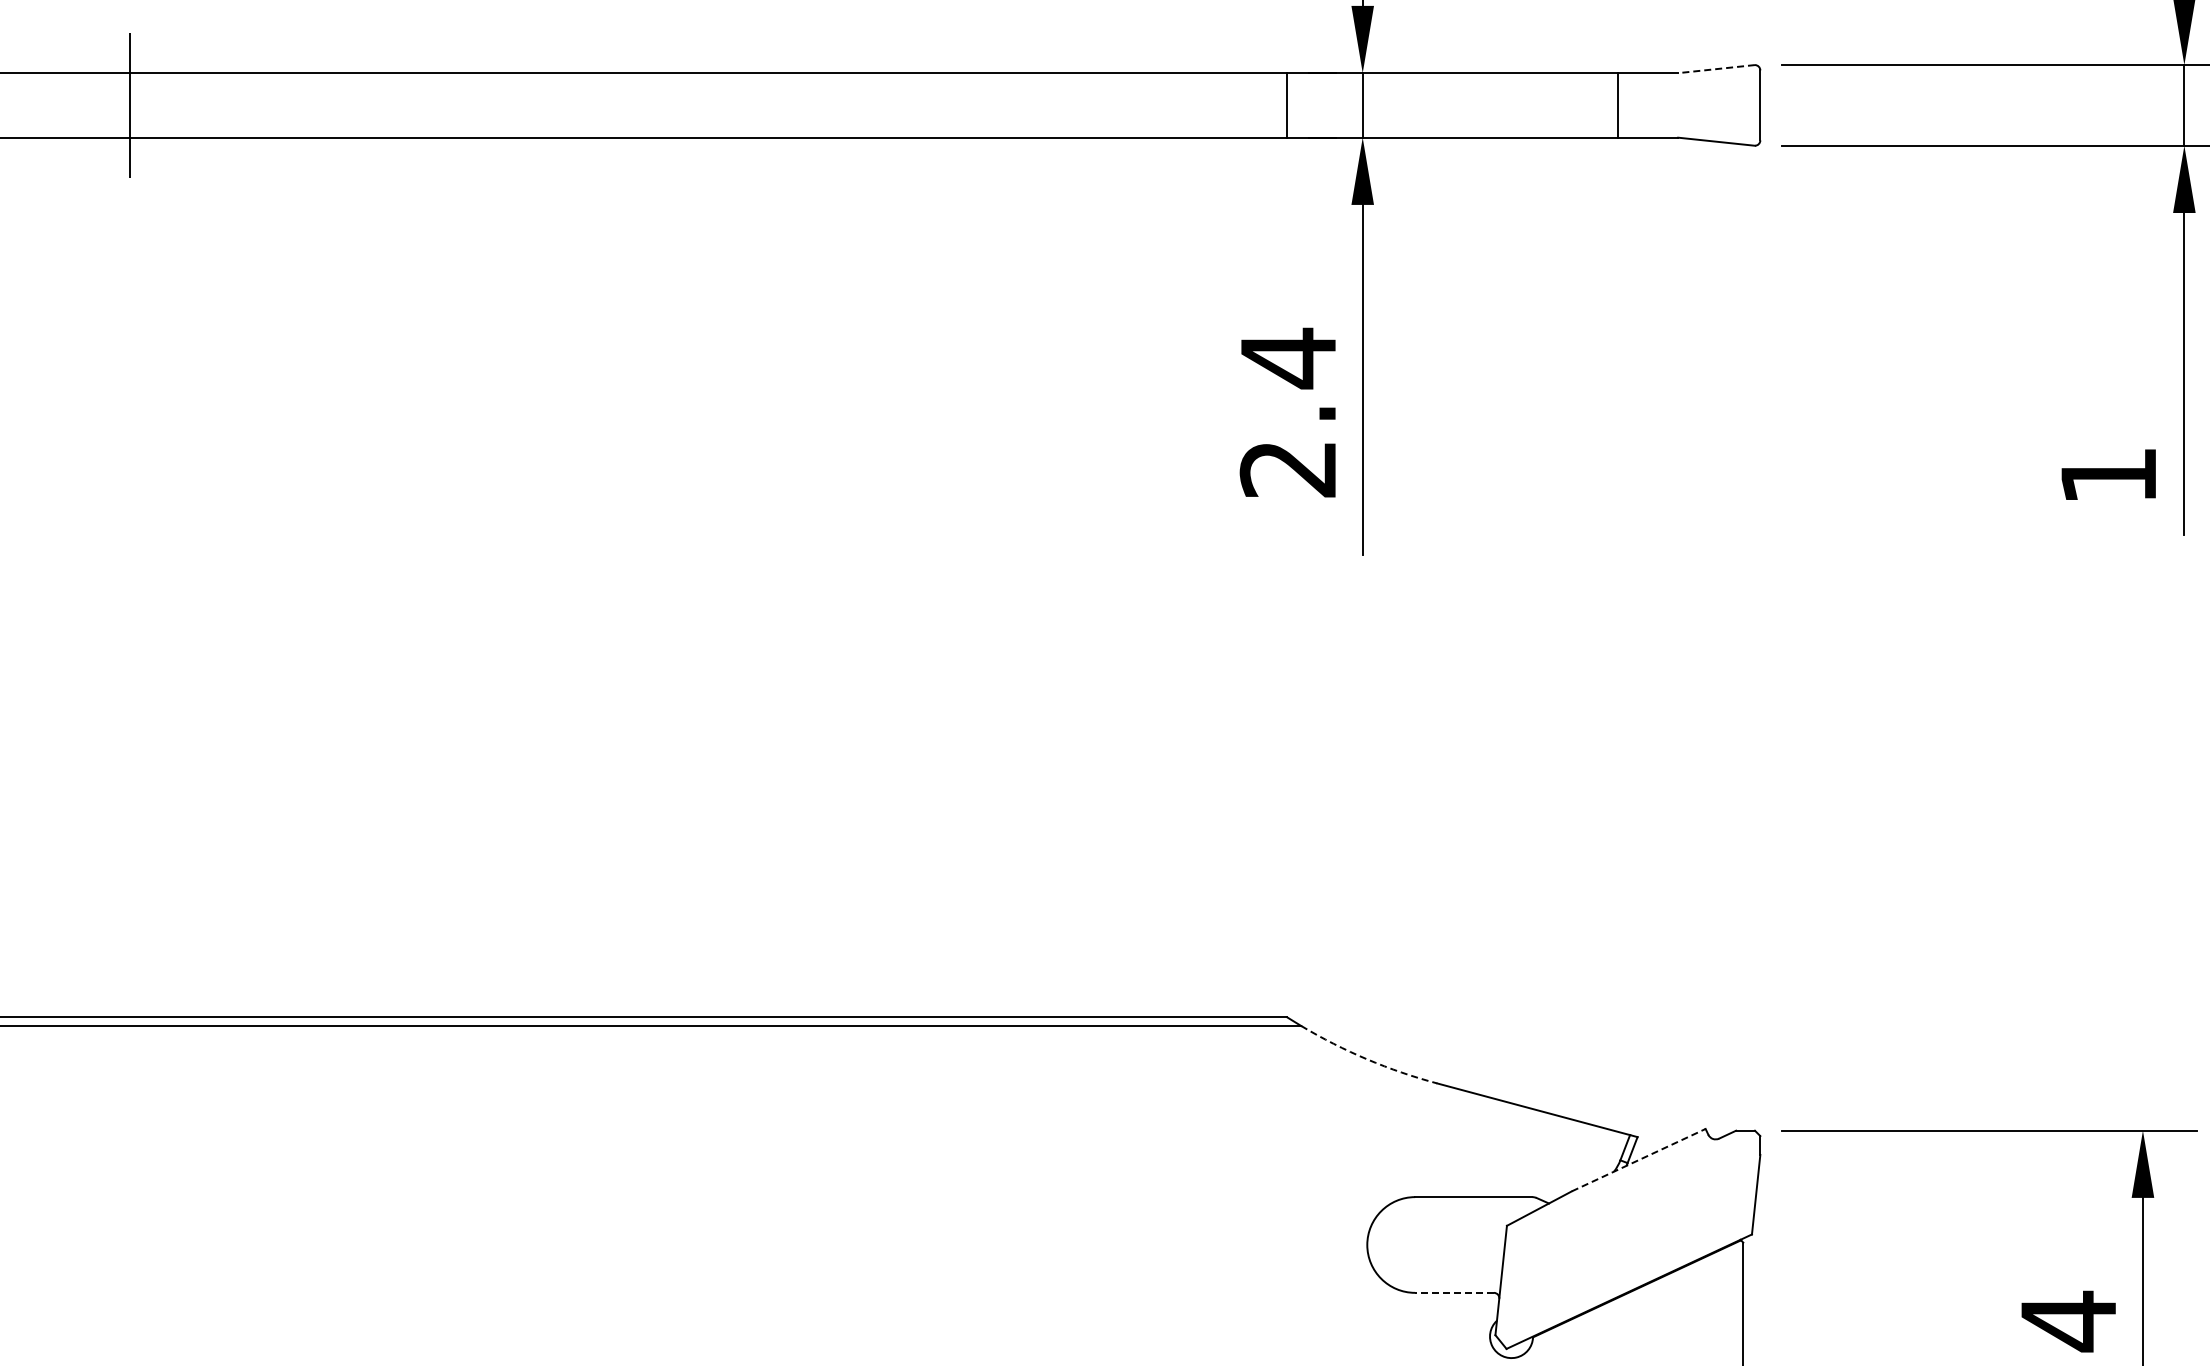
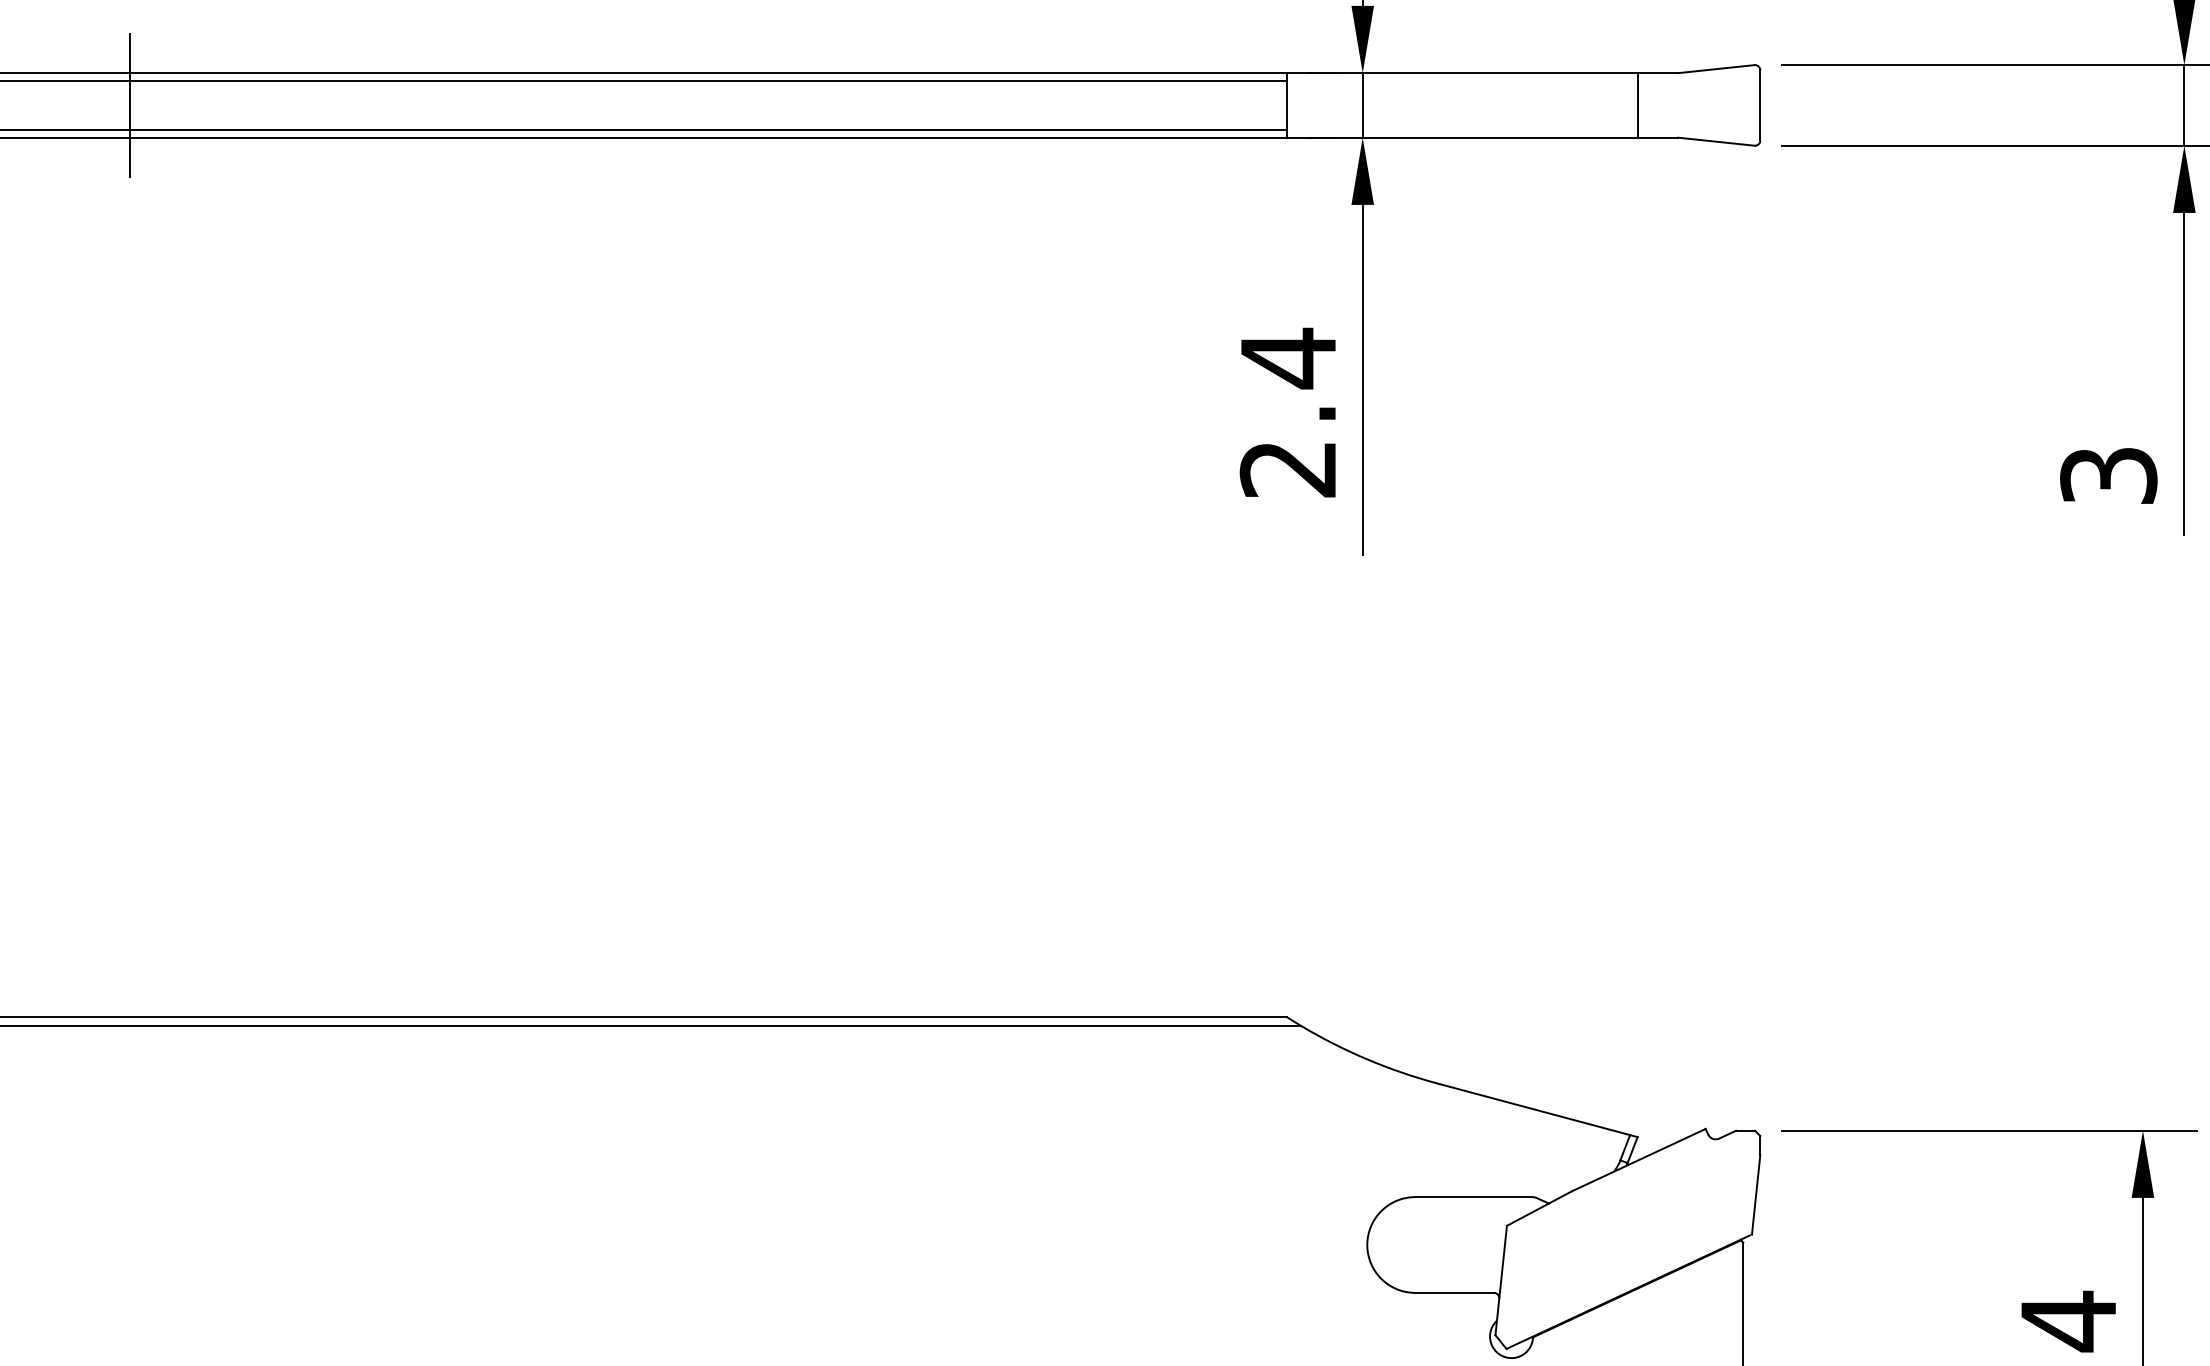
line at (1716, 69): dashed -> solid
line at (644, 81): none -> present
line at (1617, 105) position: (1617, 105) -> (1637, 105)
line at (644, 129): none -> present
text at (2108, 475): 1 -> 3
arc at (1367, 1059): dashed -> solid
line at (1638, 1160): dashed -> solid
line at (1454, 1292): dashed -> solid
